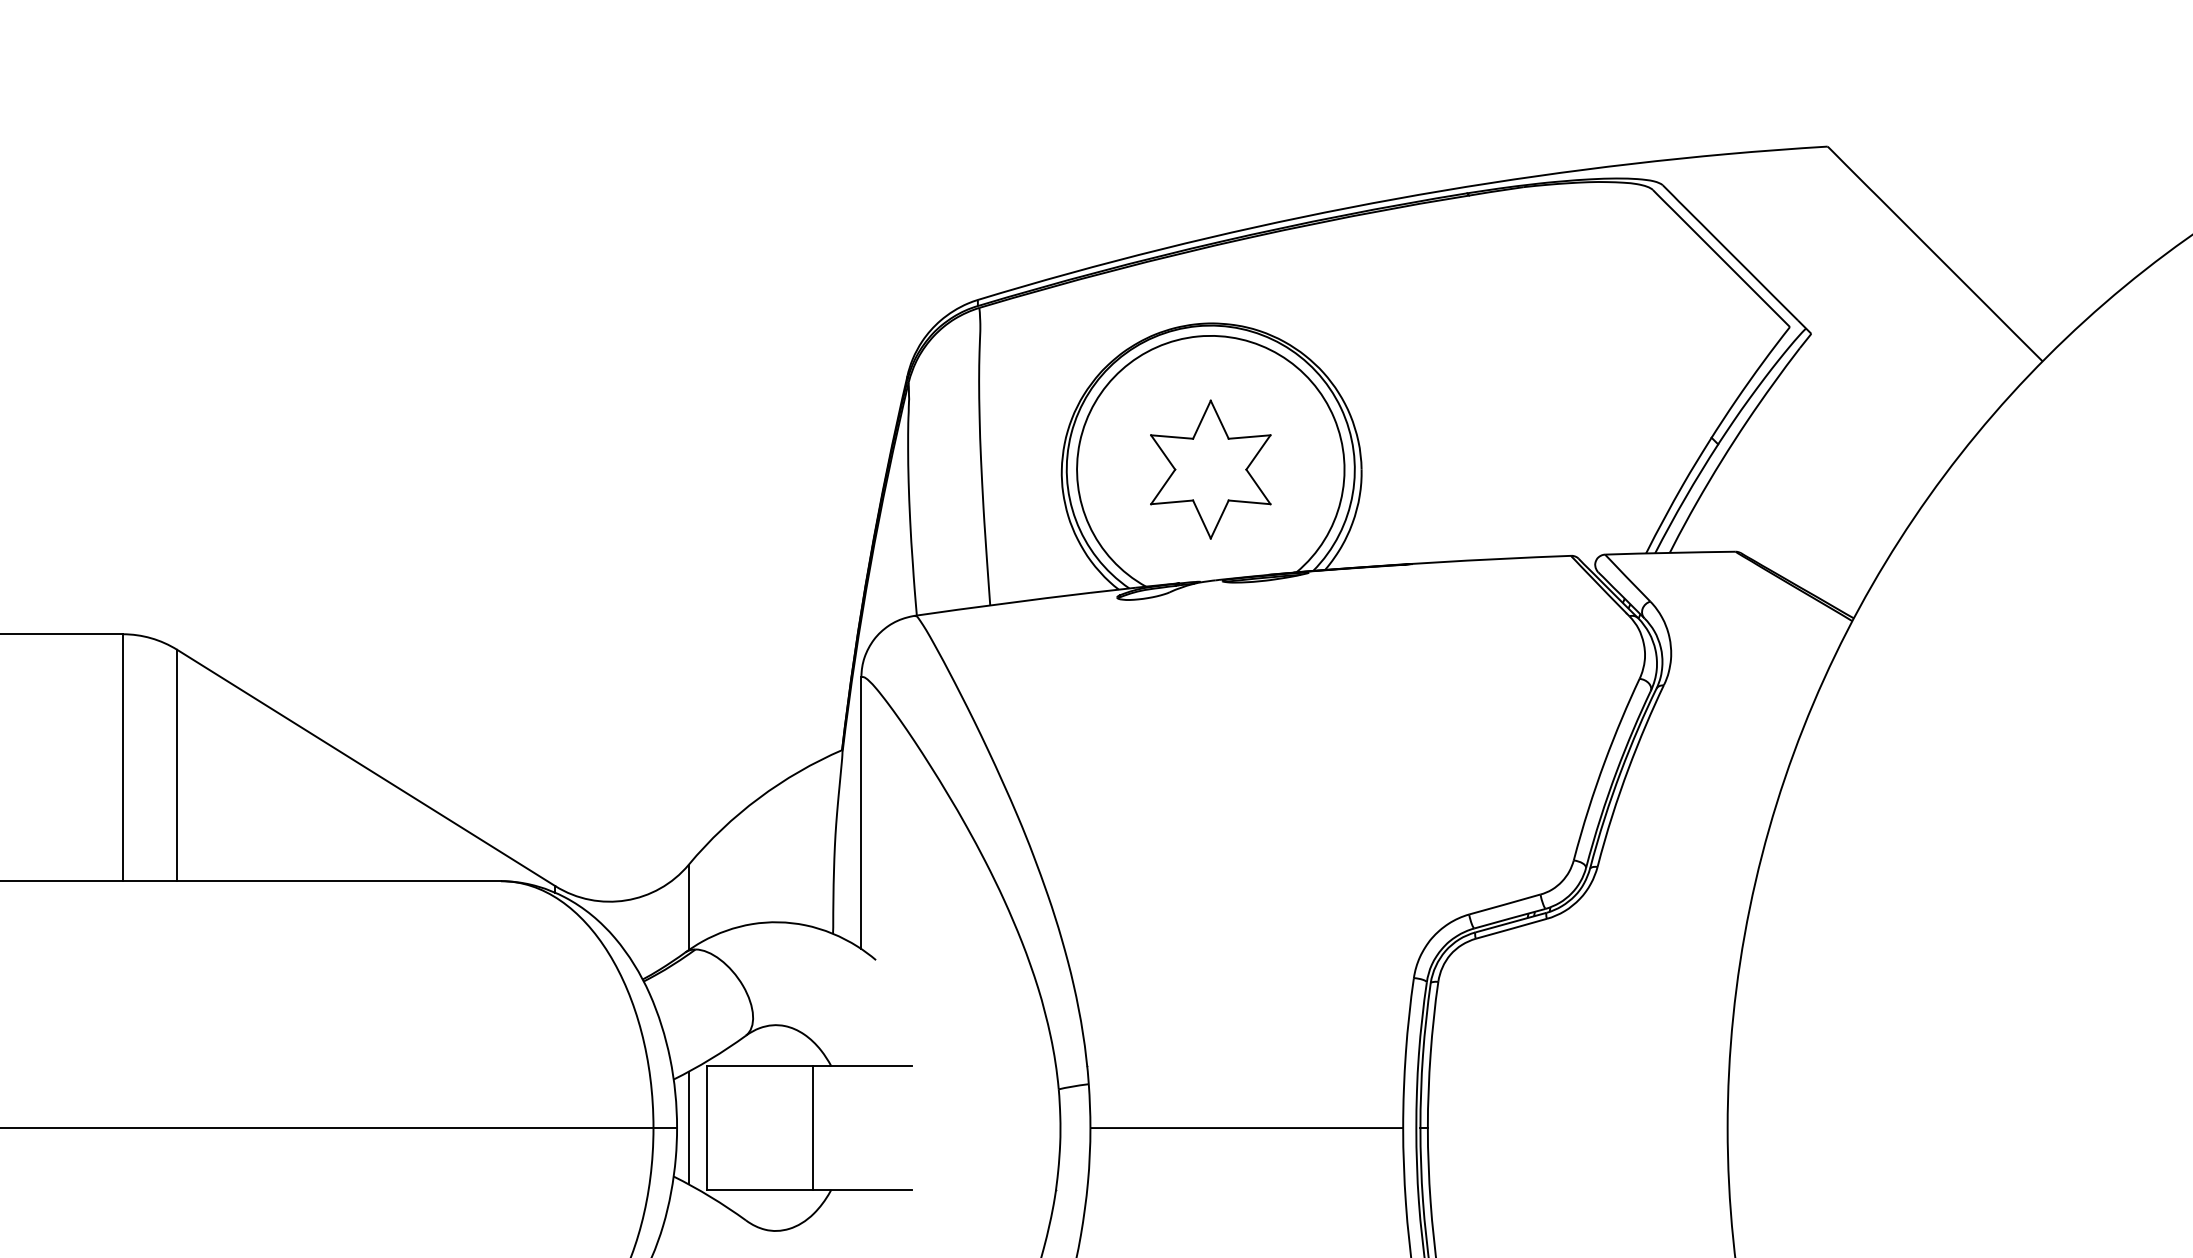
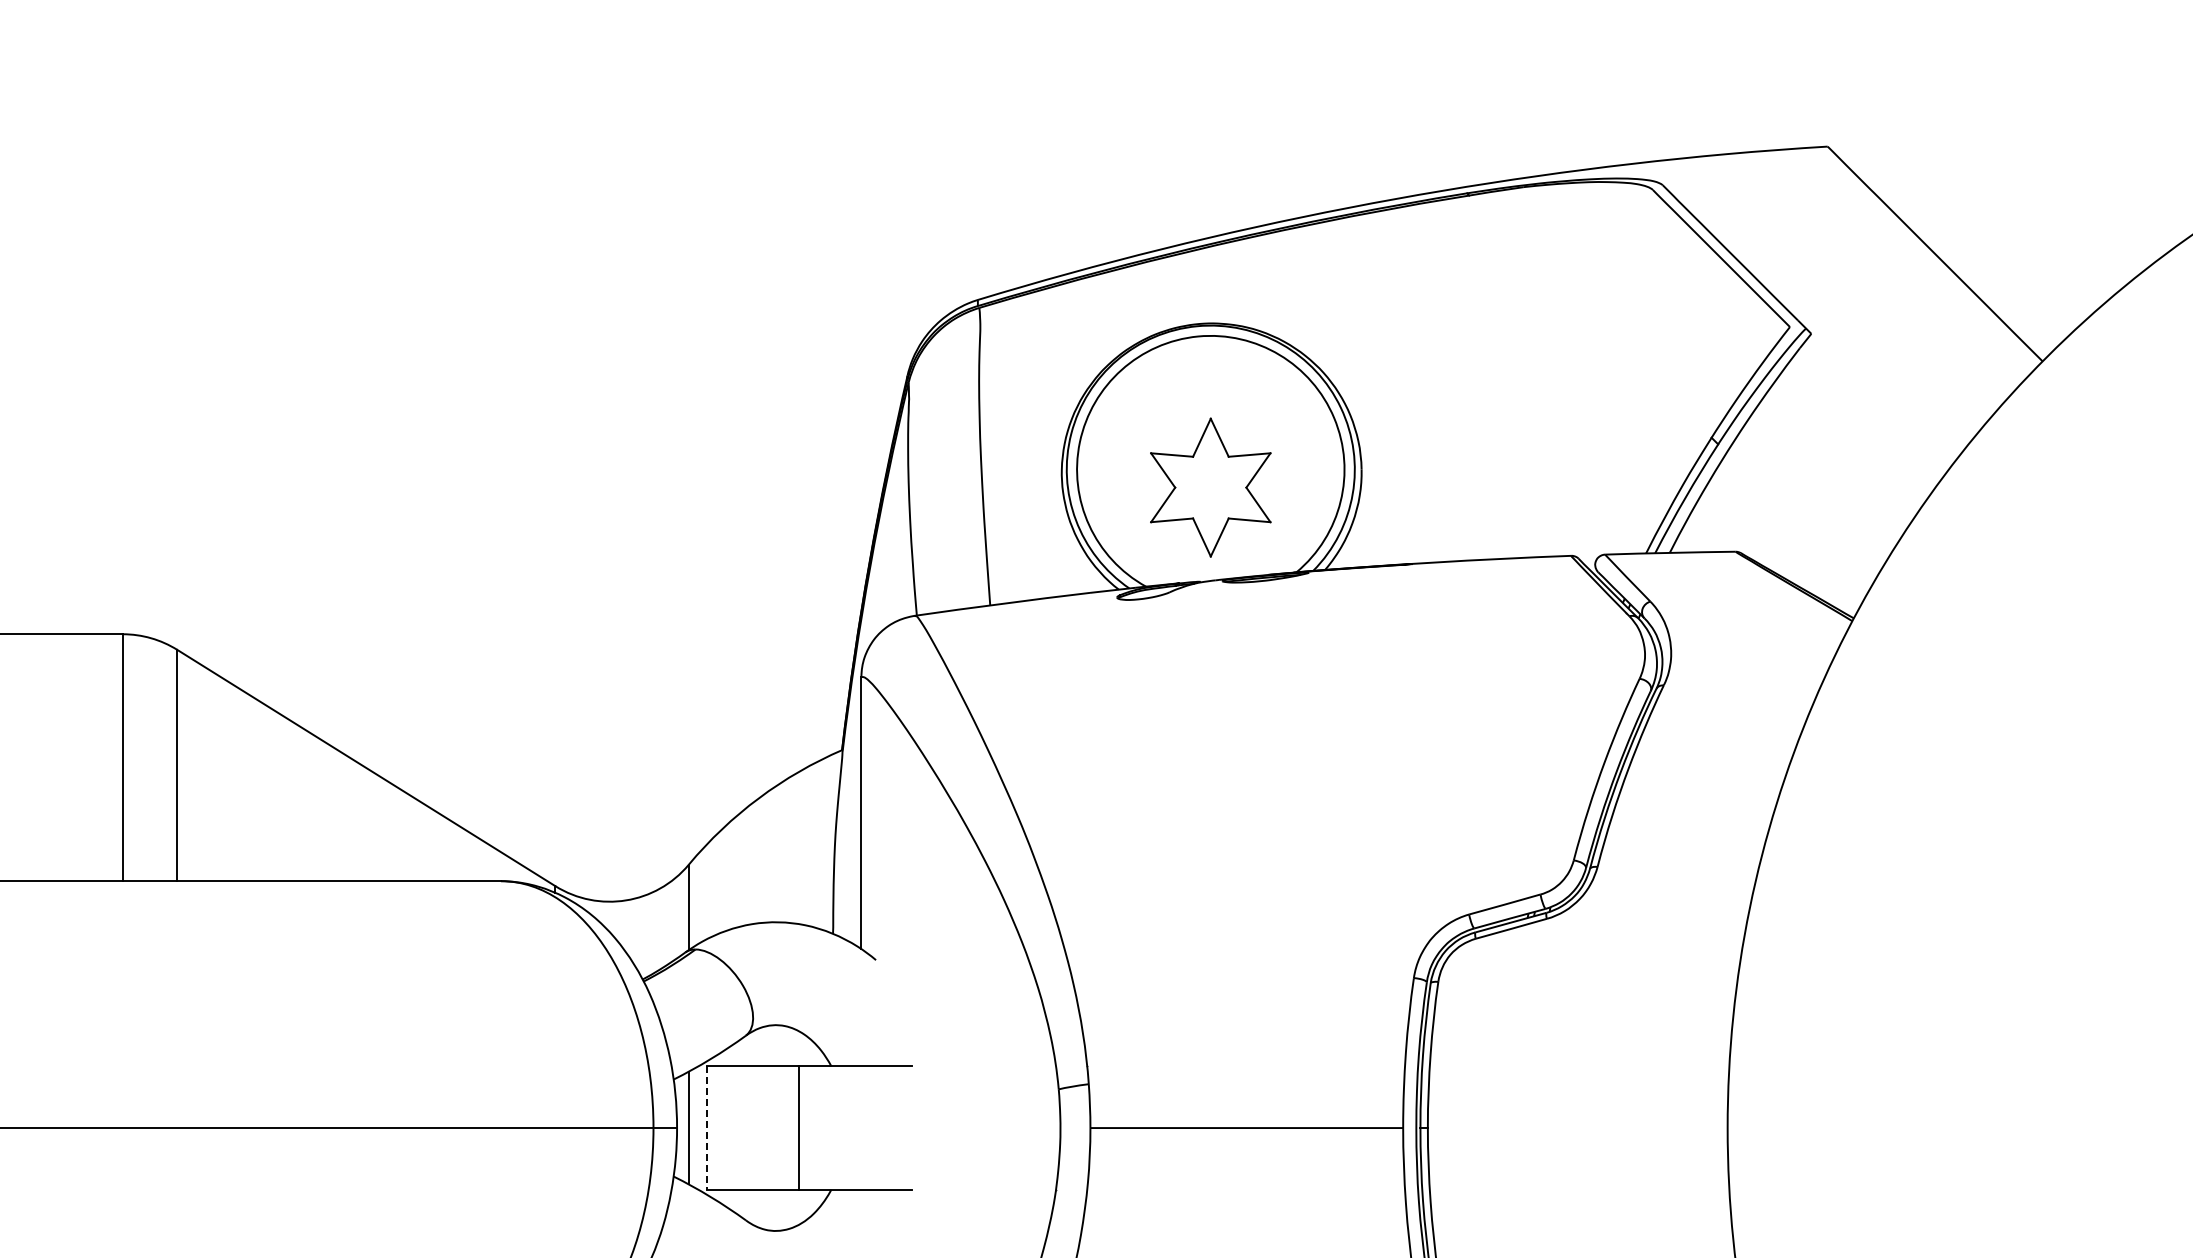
part at (1210, 469) position: (1210, 469) -> (1210, 487)
line at (812, 1127) position: (812, 1127) -> (798, 1127)
line at (706, 1128): solid -> dashed
